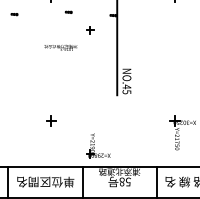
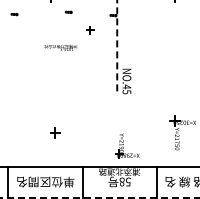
line at (117, 48): solid -> dashed
part at (51, 120) position: (51, 120) -> (55, 132)
part at (98, 145) position: (98, 145) -> (127, 145)
line at (99, 197): solid -> dashed
